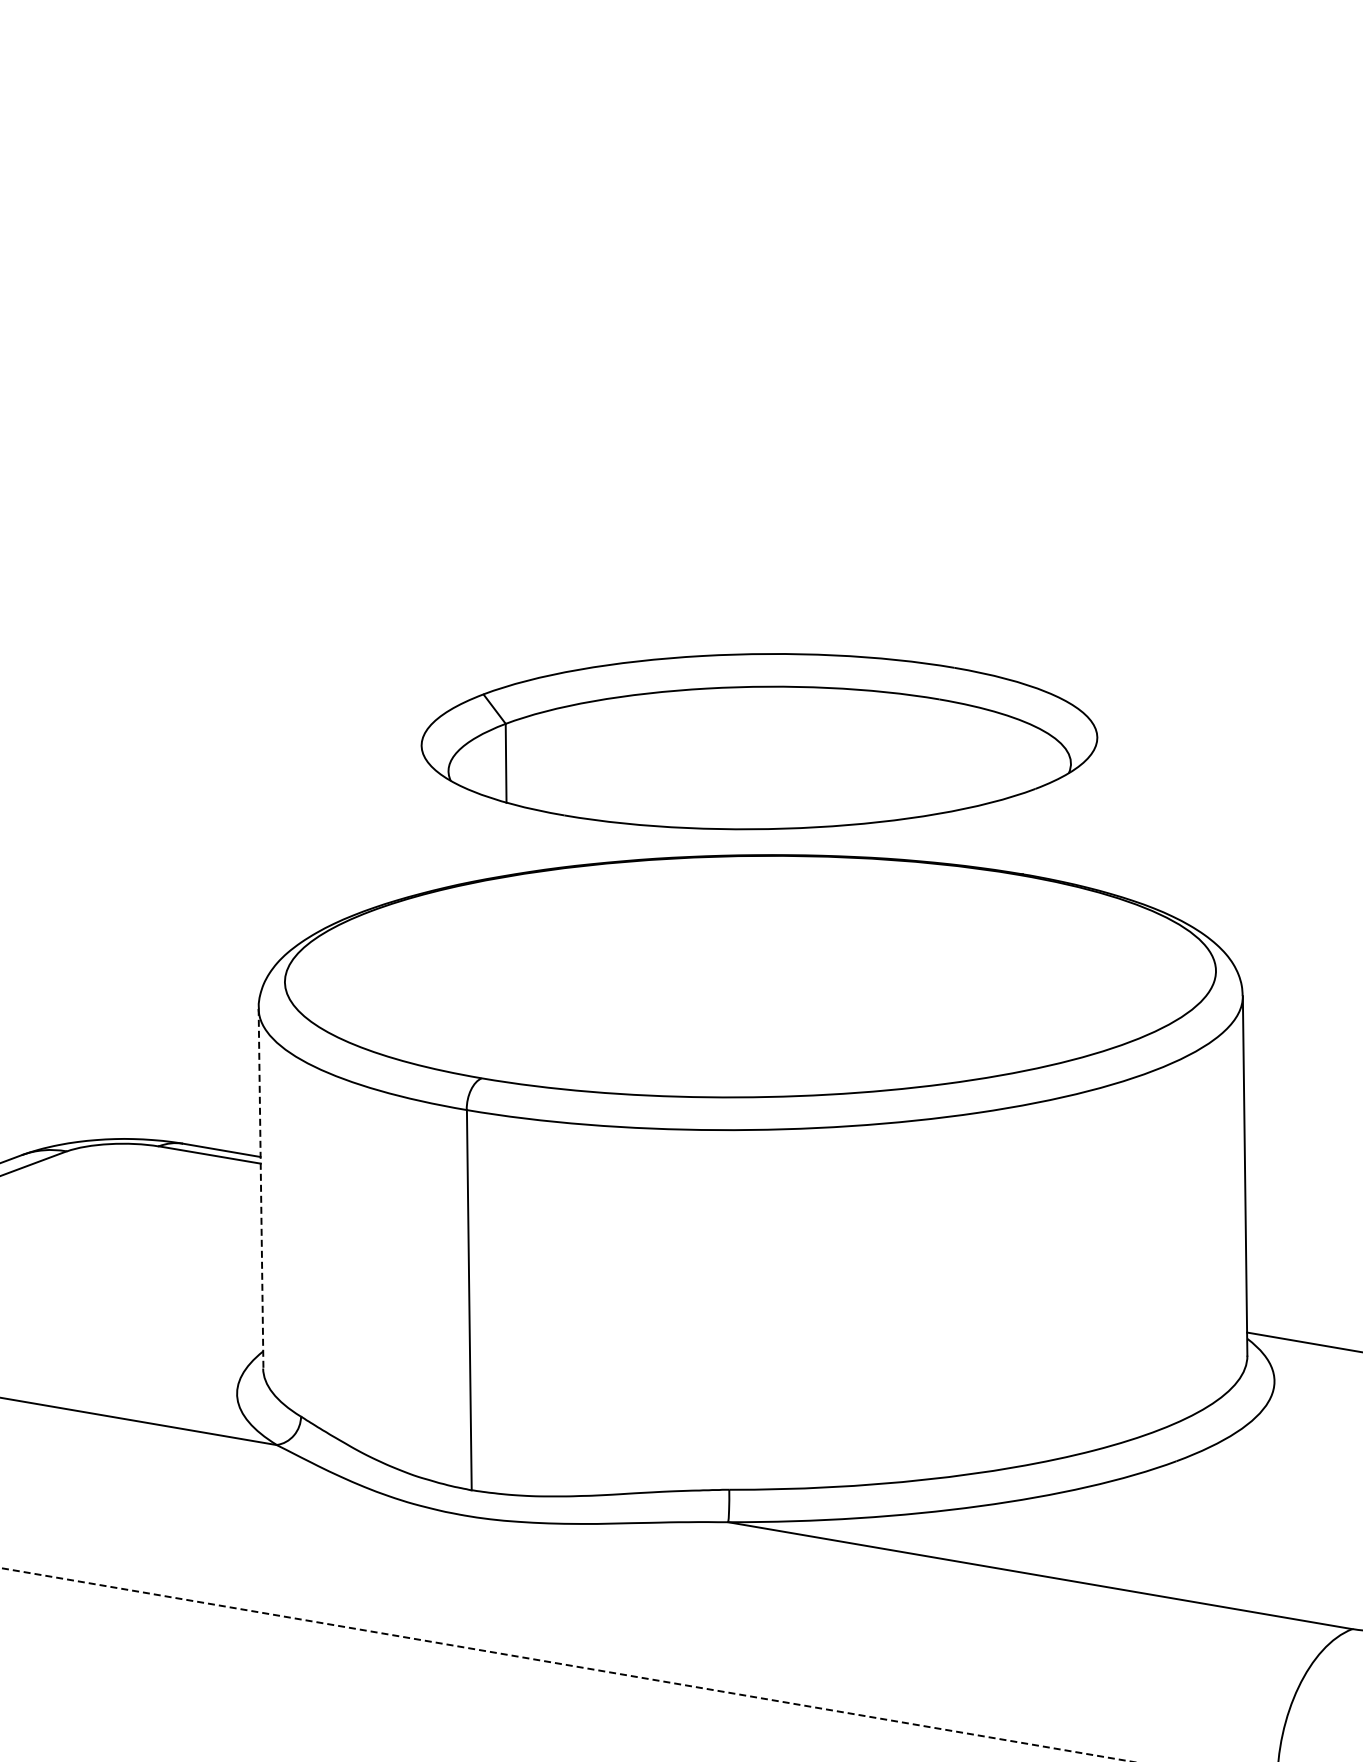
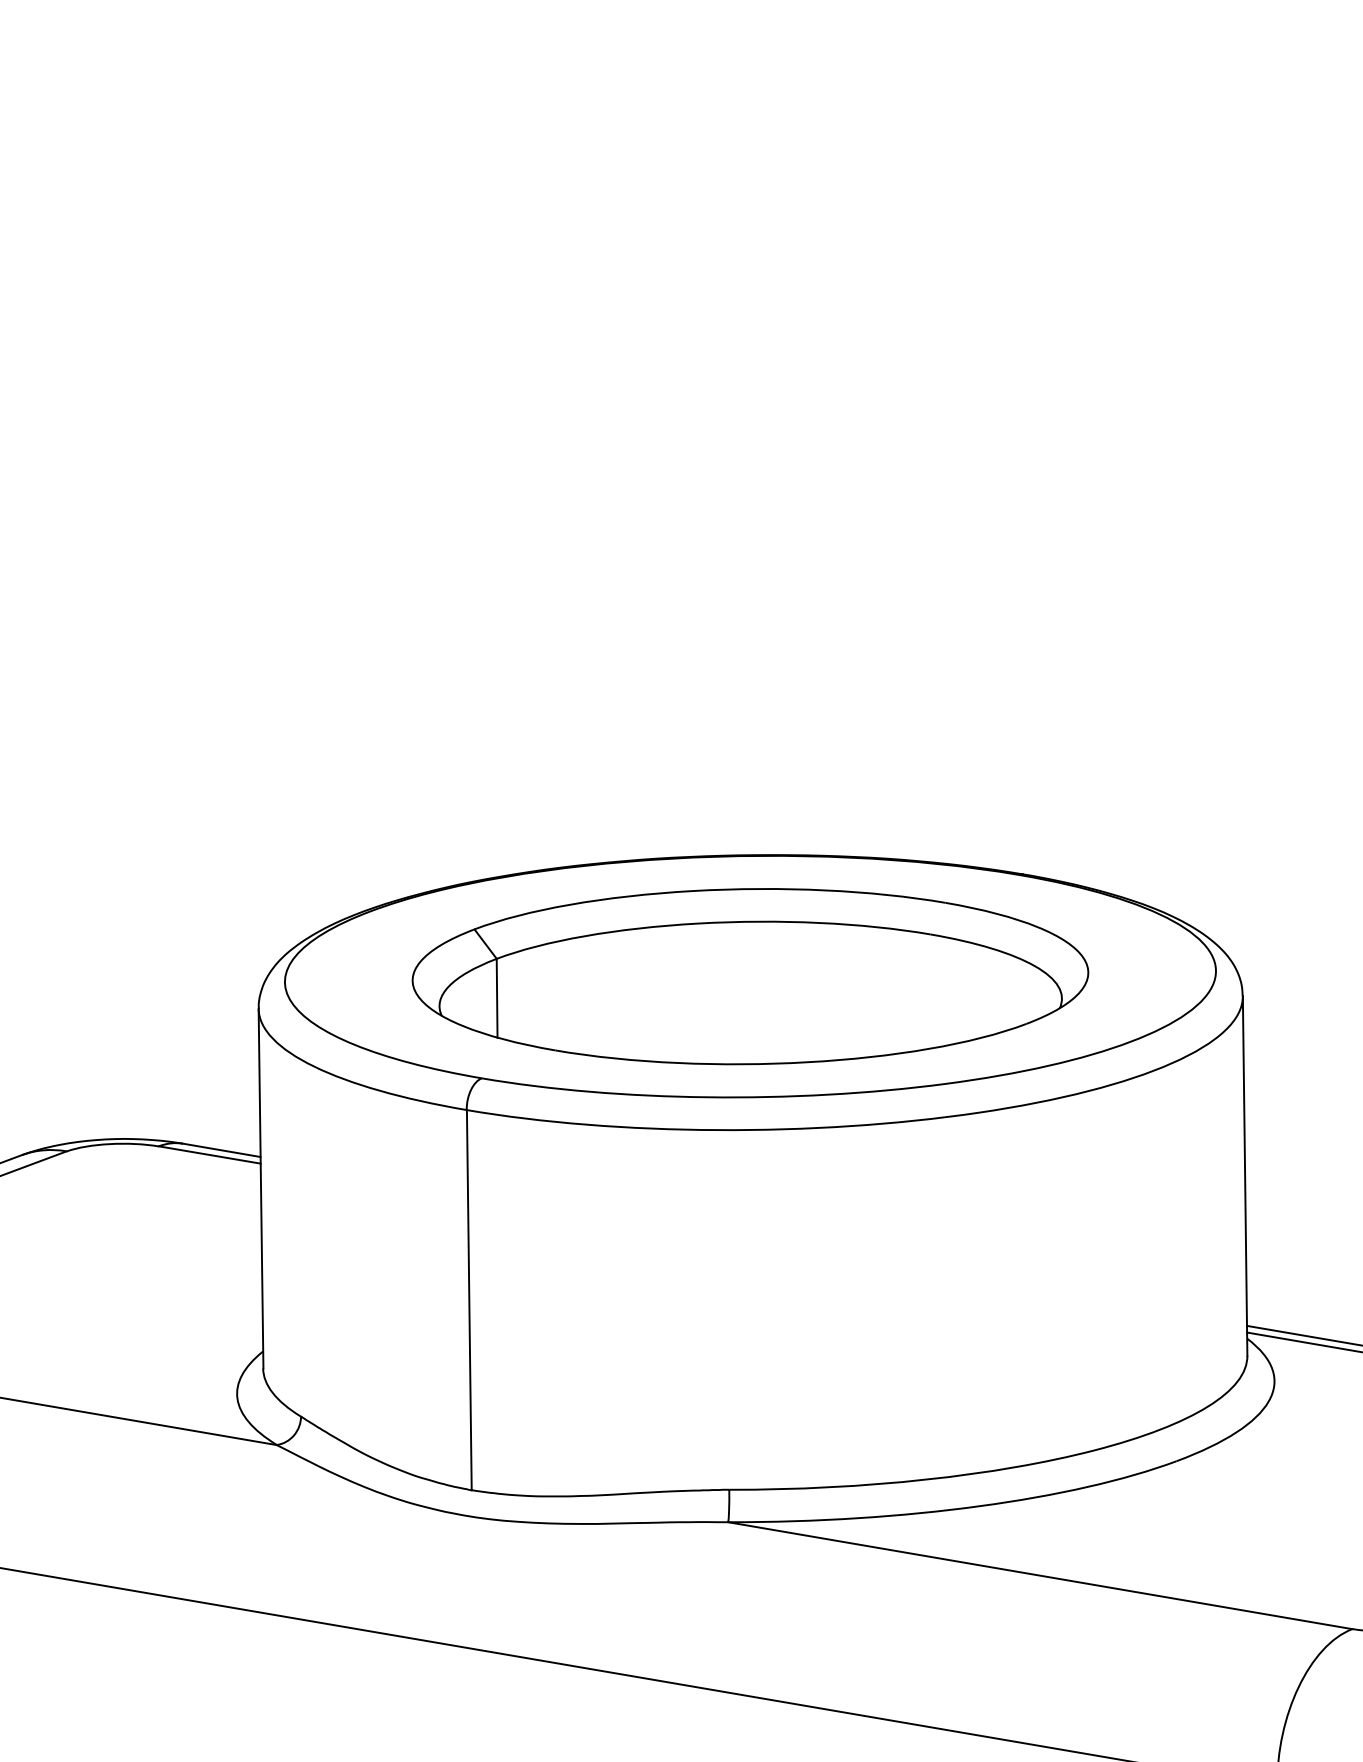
part at (759, 741) position: (759, 741) -> (750, 976)
line at (261, 1188): dashed -> solid
line at (1303, 1335): none -> present
line at (566, 1664): dashed -> solid
